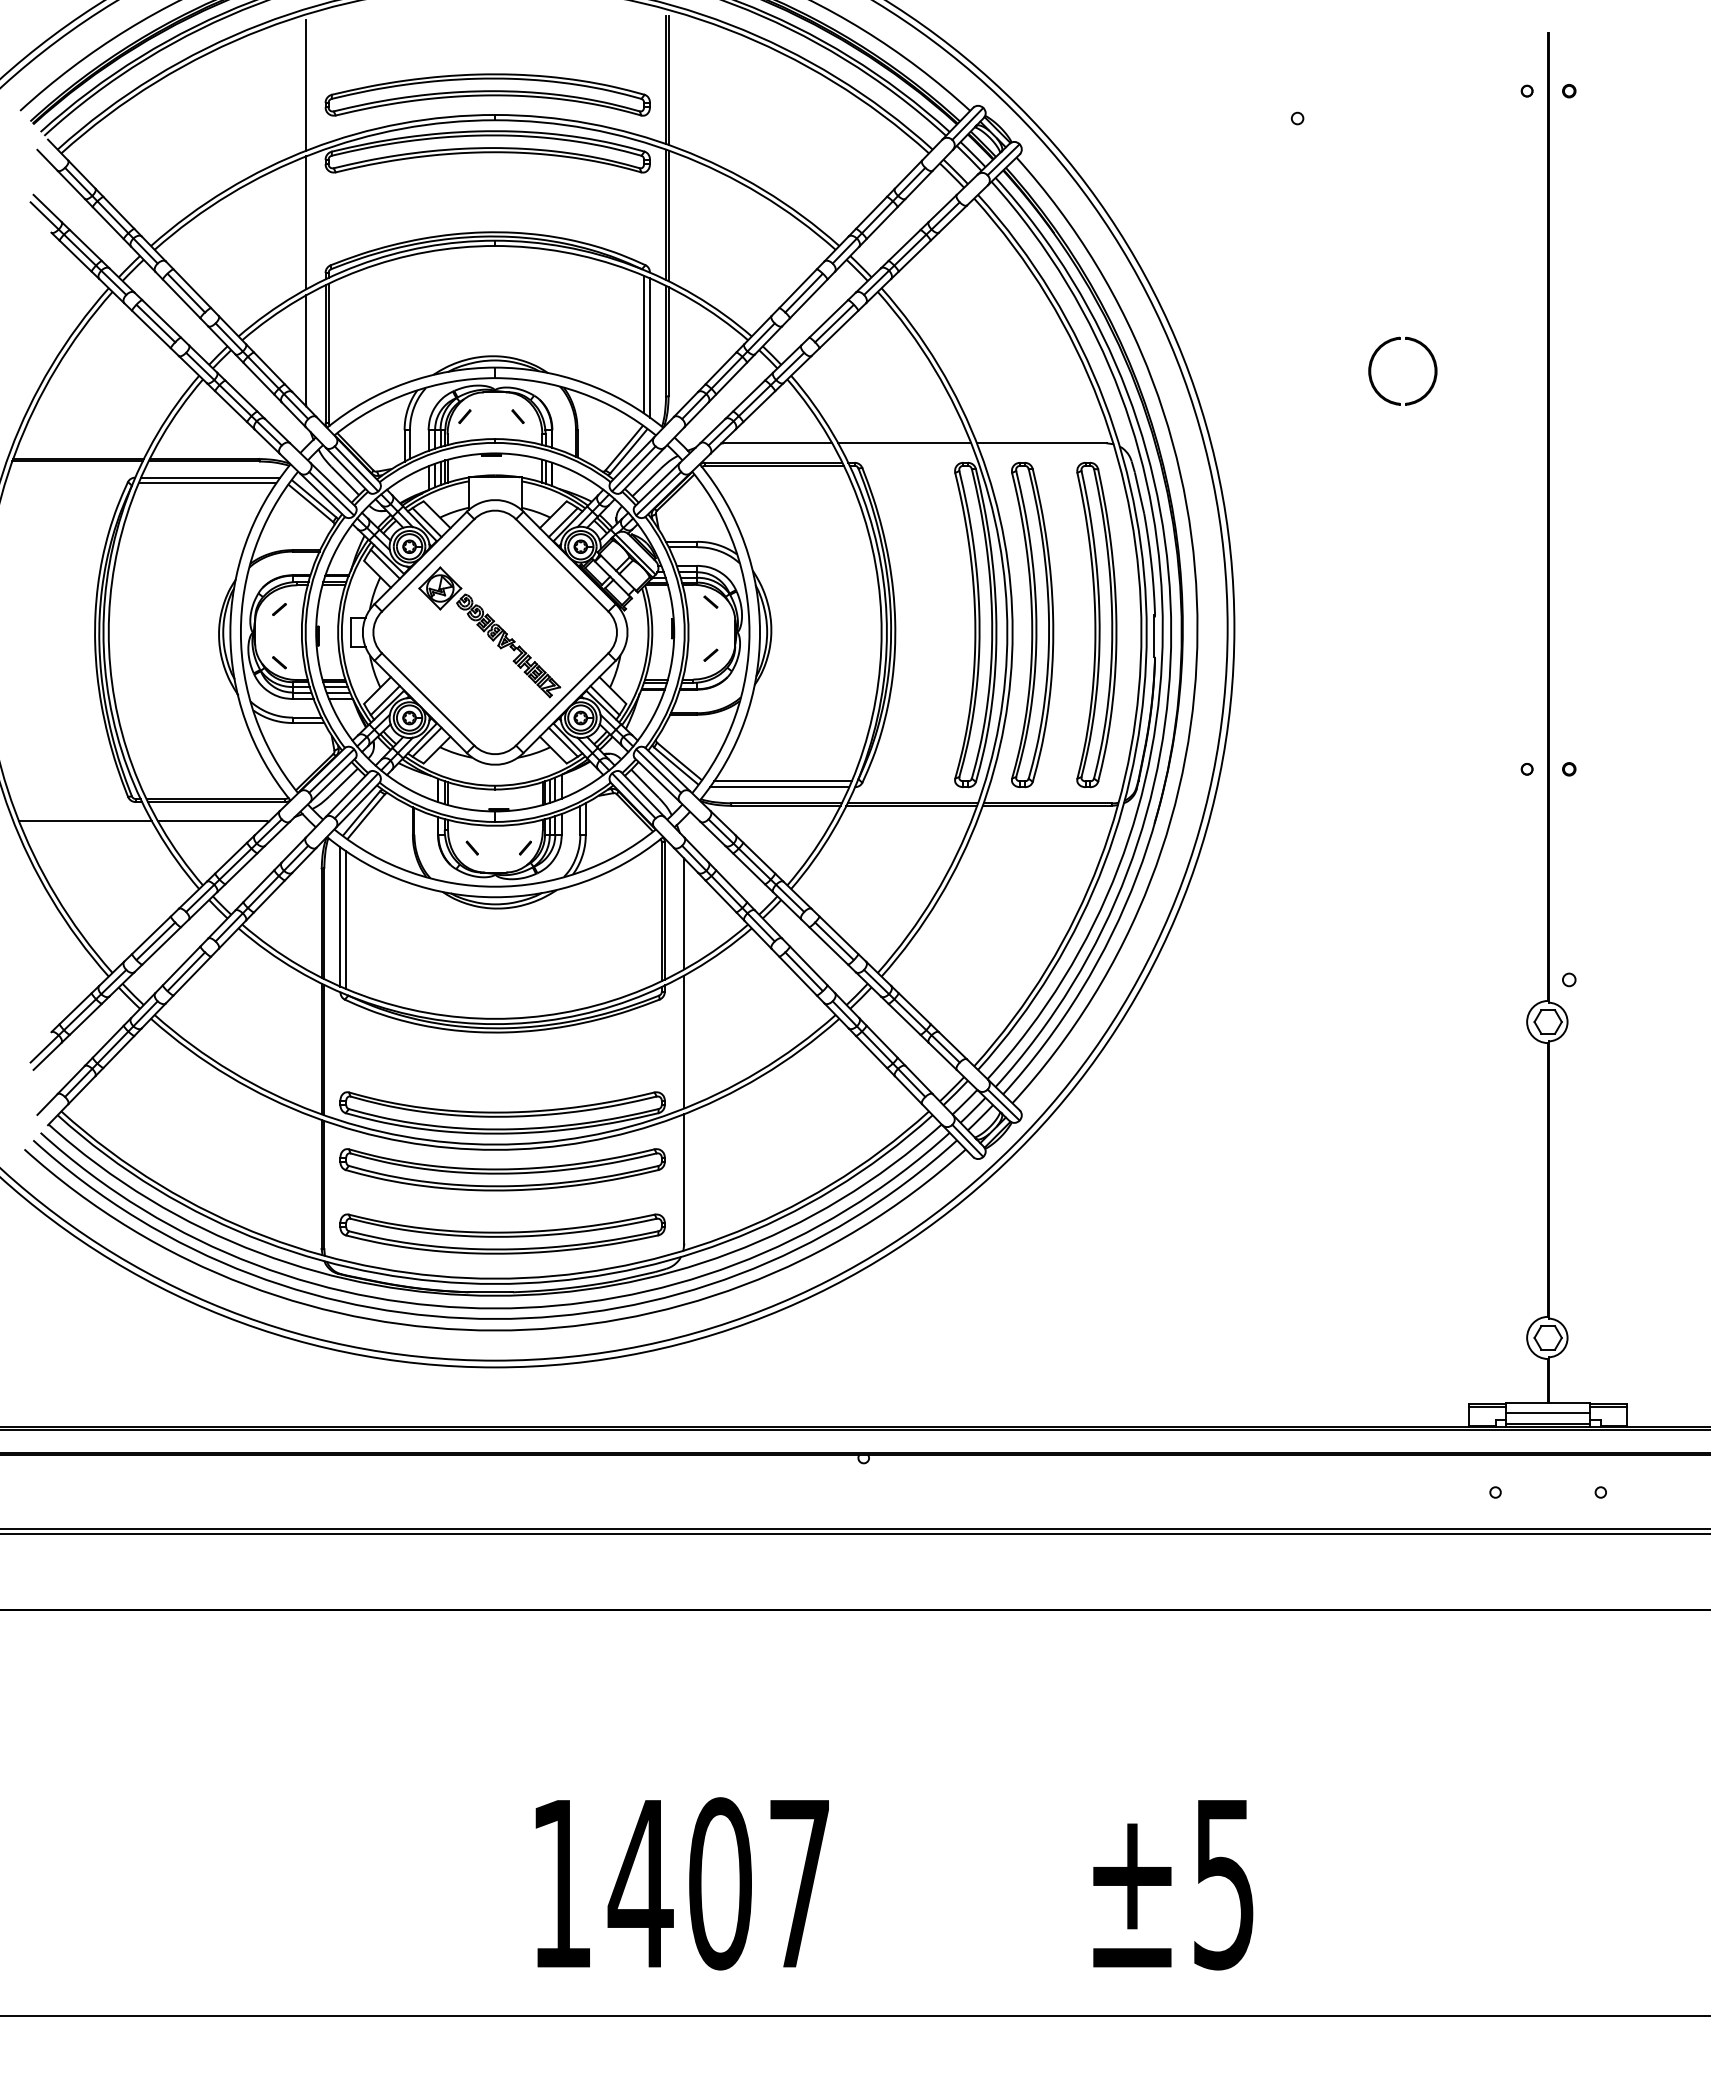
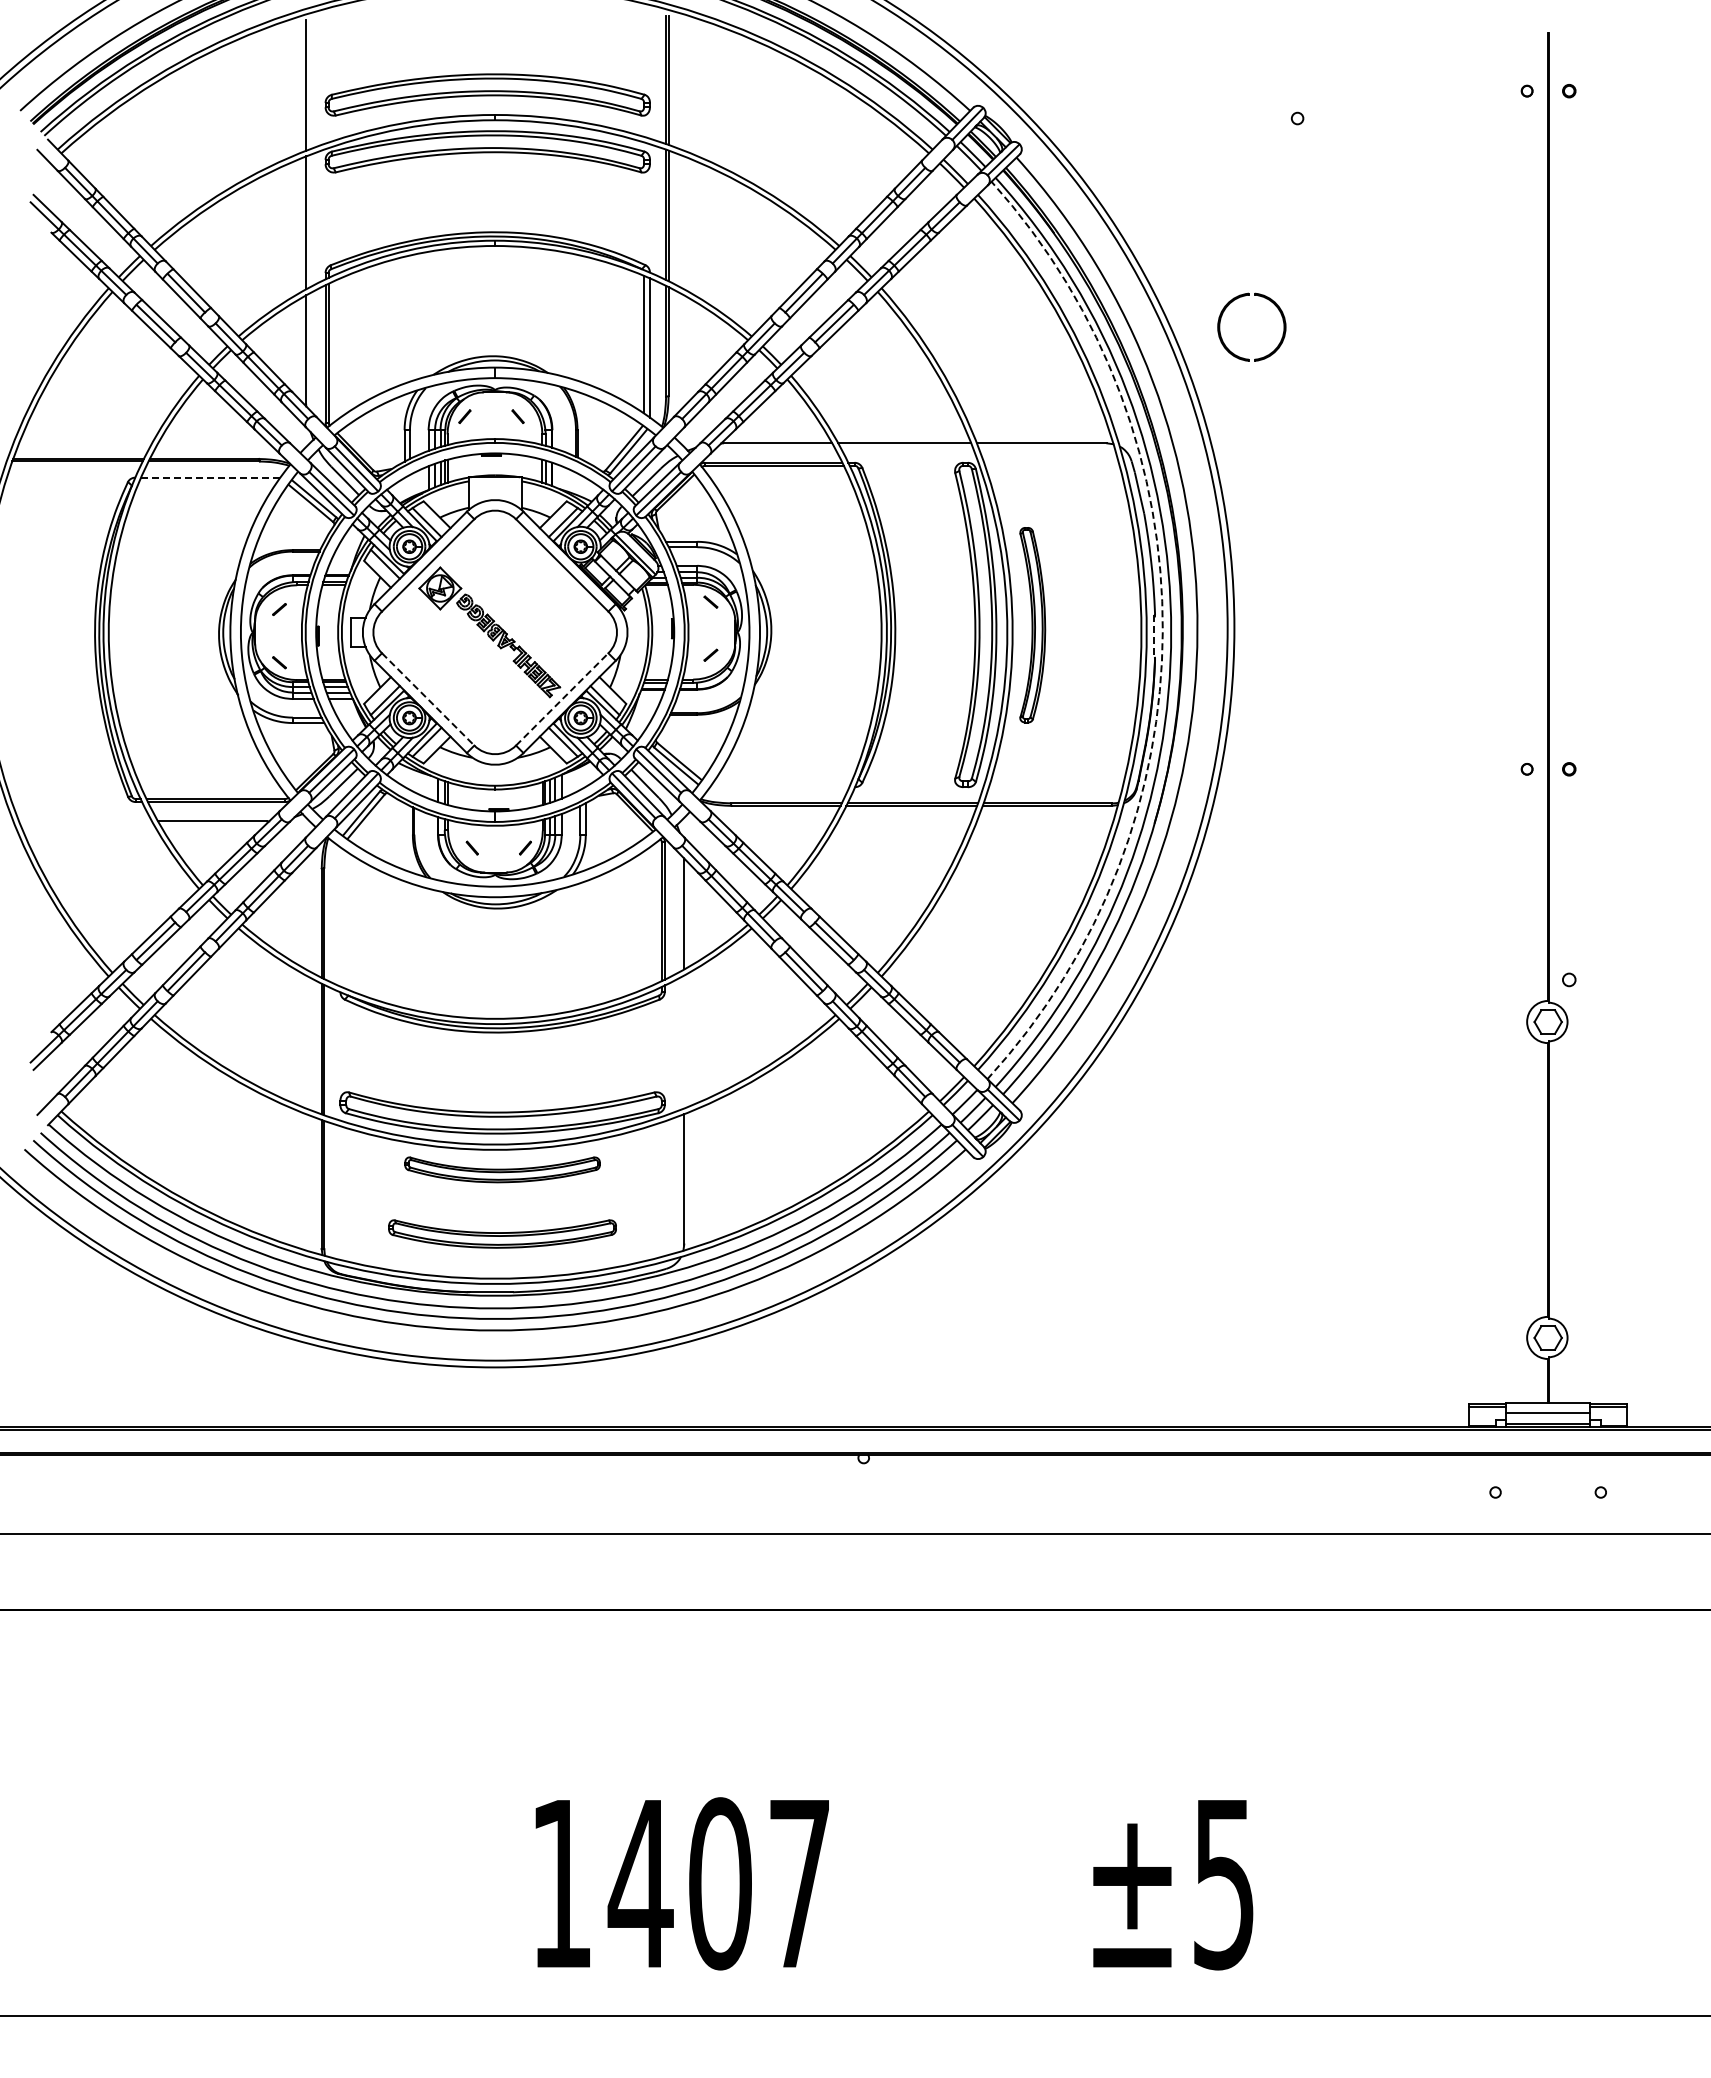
part at (1388, 343) position: (1388, 343) -> (1237, 299)
line at (210, 477): solid -> dashed
line at (207, 483): present -> none
part at (1096, 624): present -> none
part at (1032, 625) size: 44x327 px -> 28x197 px
arc at (1162, 631): solid -> dashed
line at (1154, 636): solid -> dashed
line at (428, 699): solid -> dashed
line at (562, 699): solid -> dashed
line at (782, 781): present -> none
line at (779, 787): present -> none
line at (85, 821): present -> none
line at (340, 916): present -> none
line at (346, 920): present -> none
line at (684, 1041): present -> none
part at (502, 1169) size: 327x44 px -> 197x28 px
part at (502, 1233) size: 327x42 px -> 229x30 px
line at (854, 1528): present -> none
